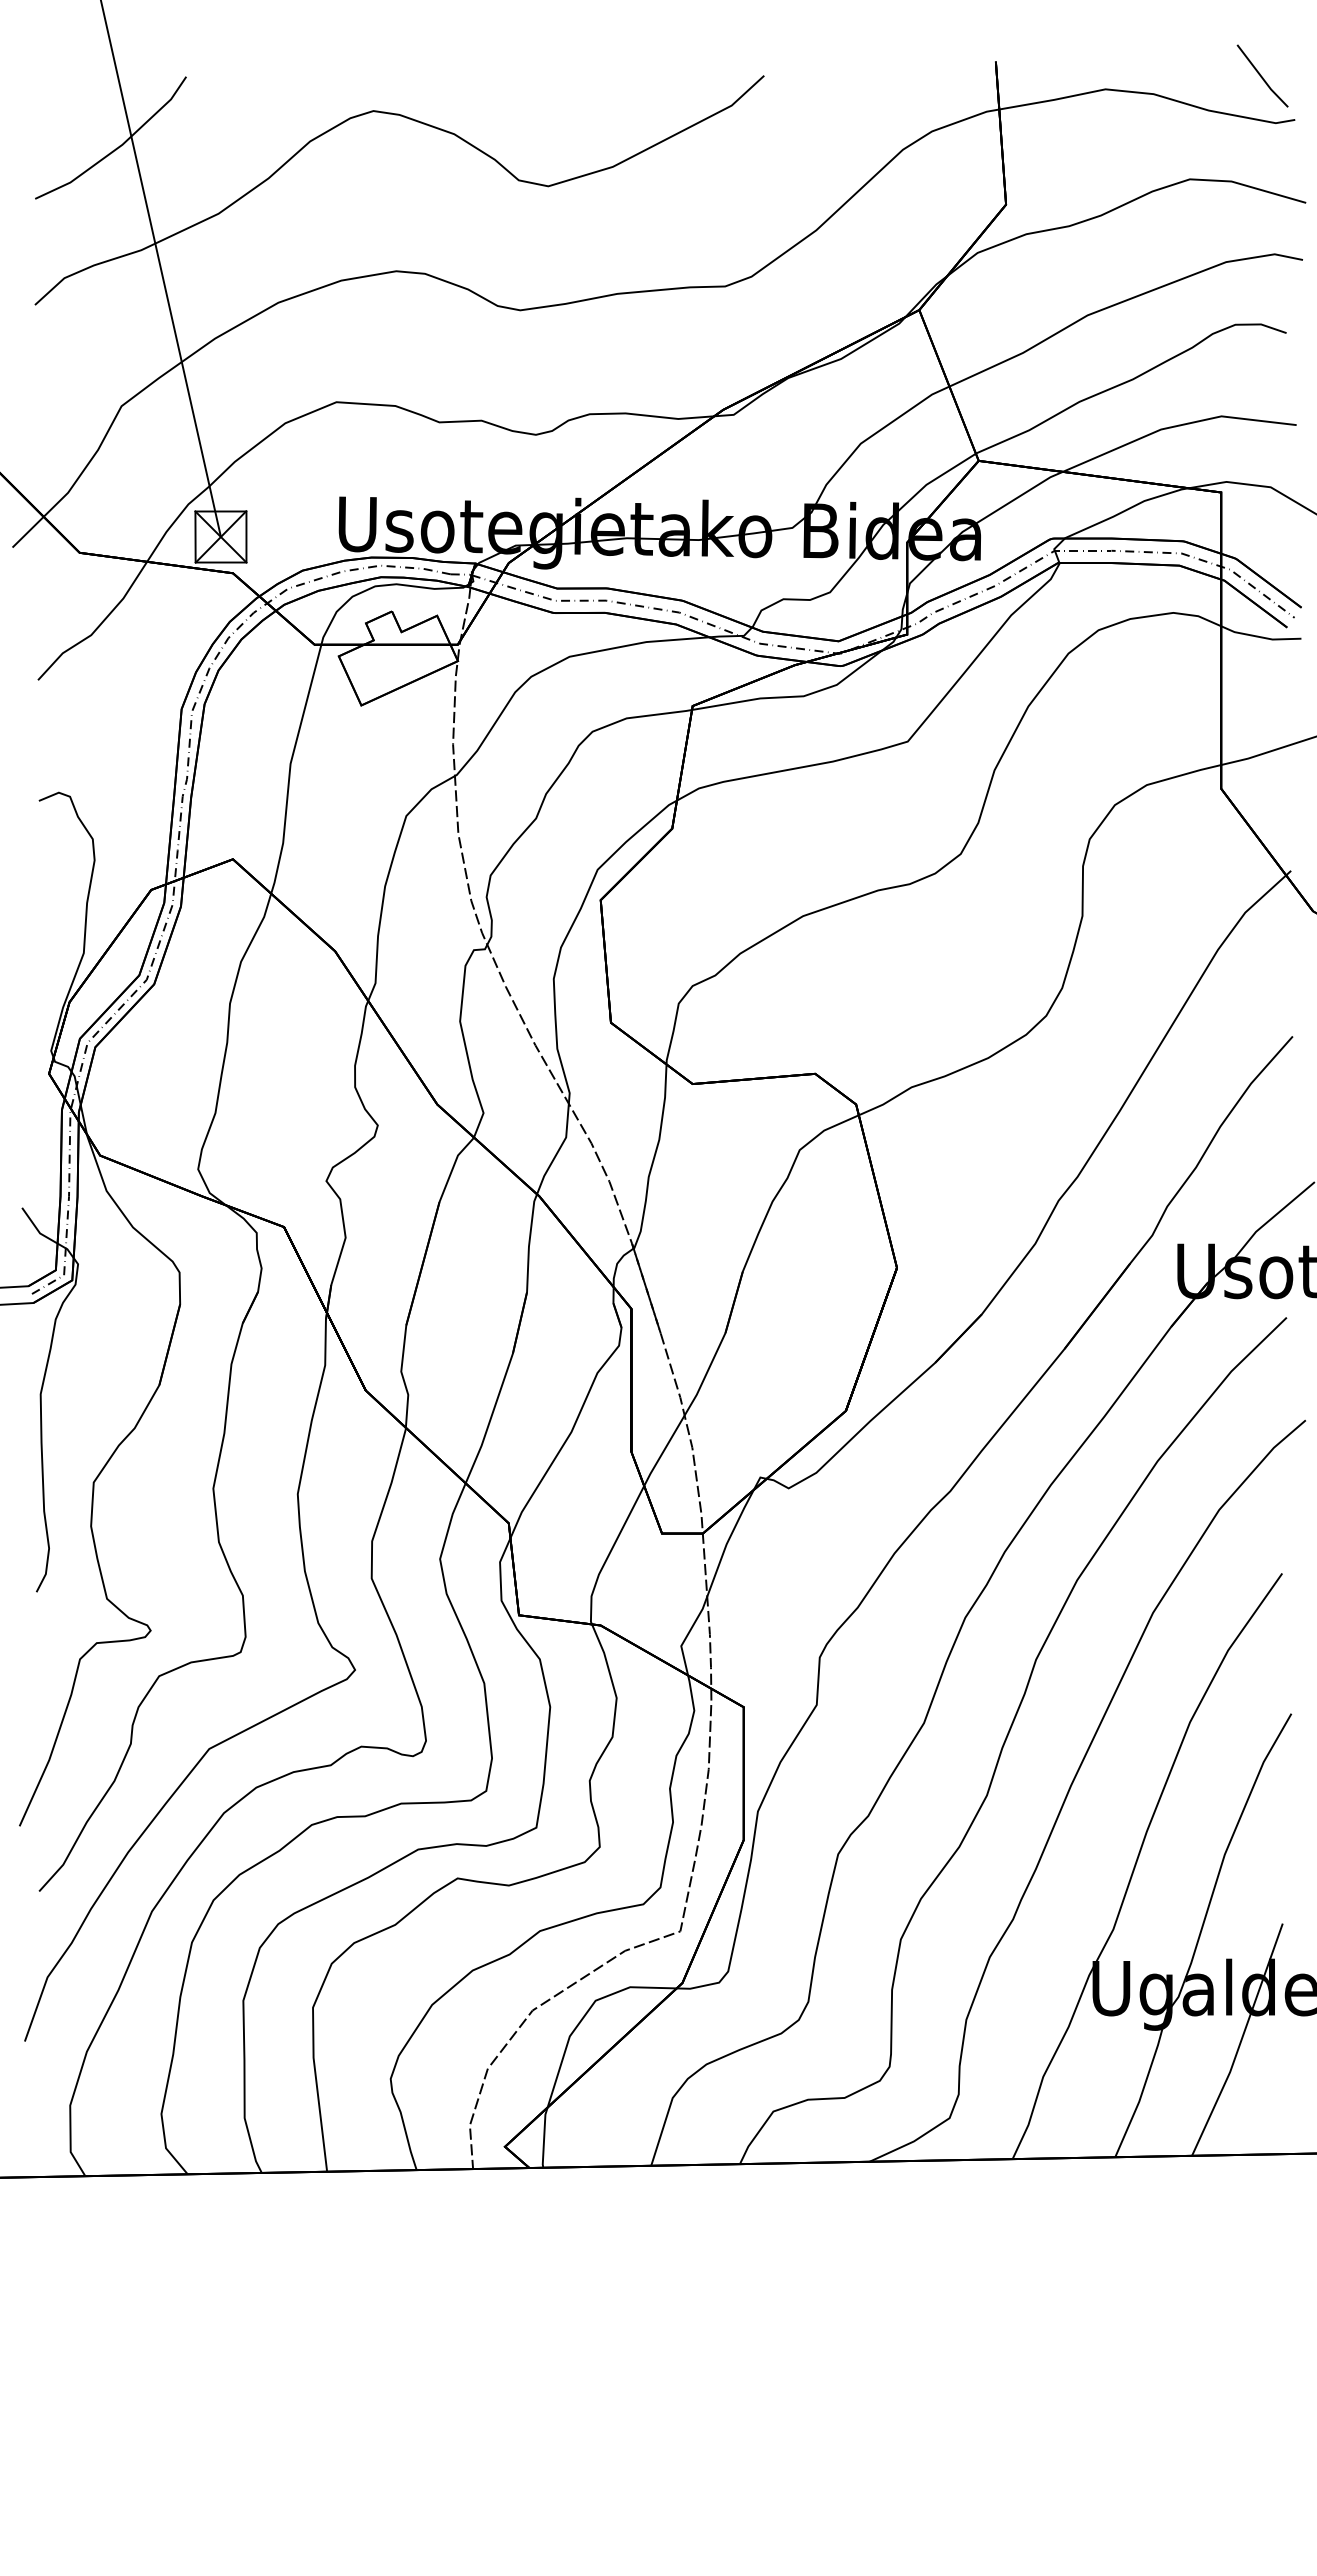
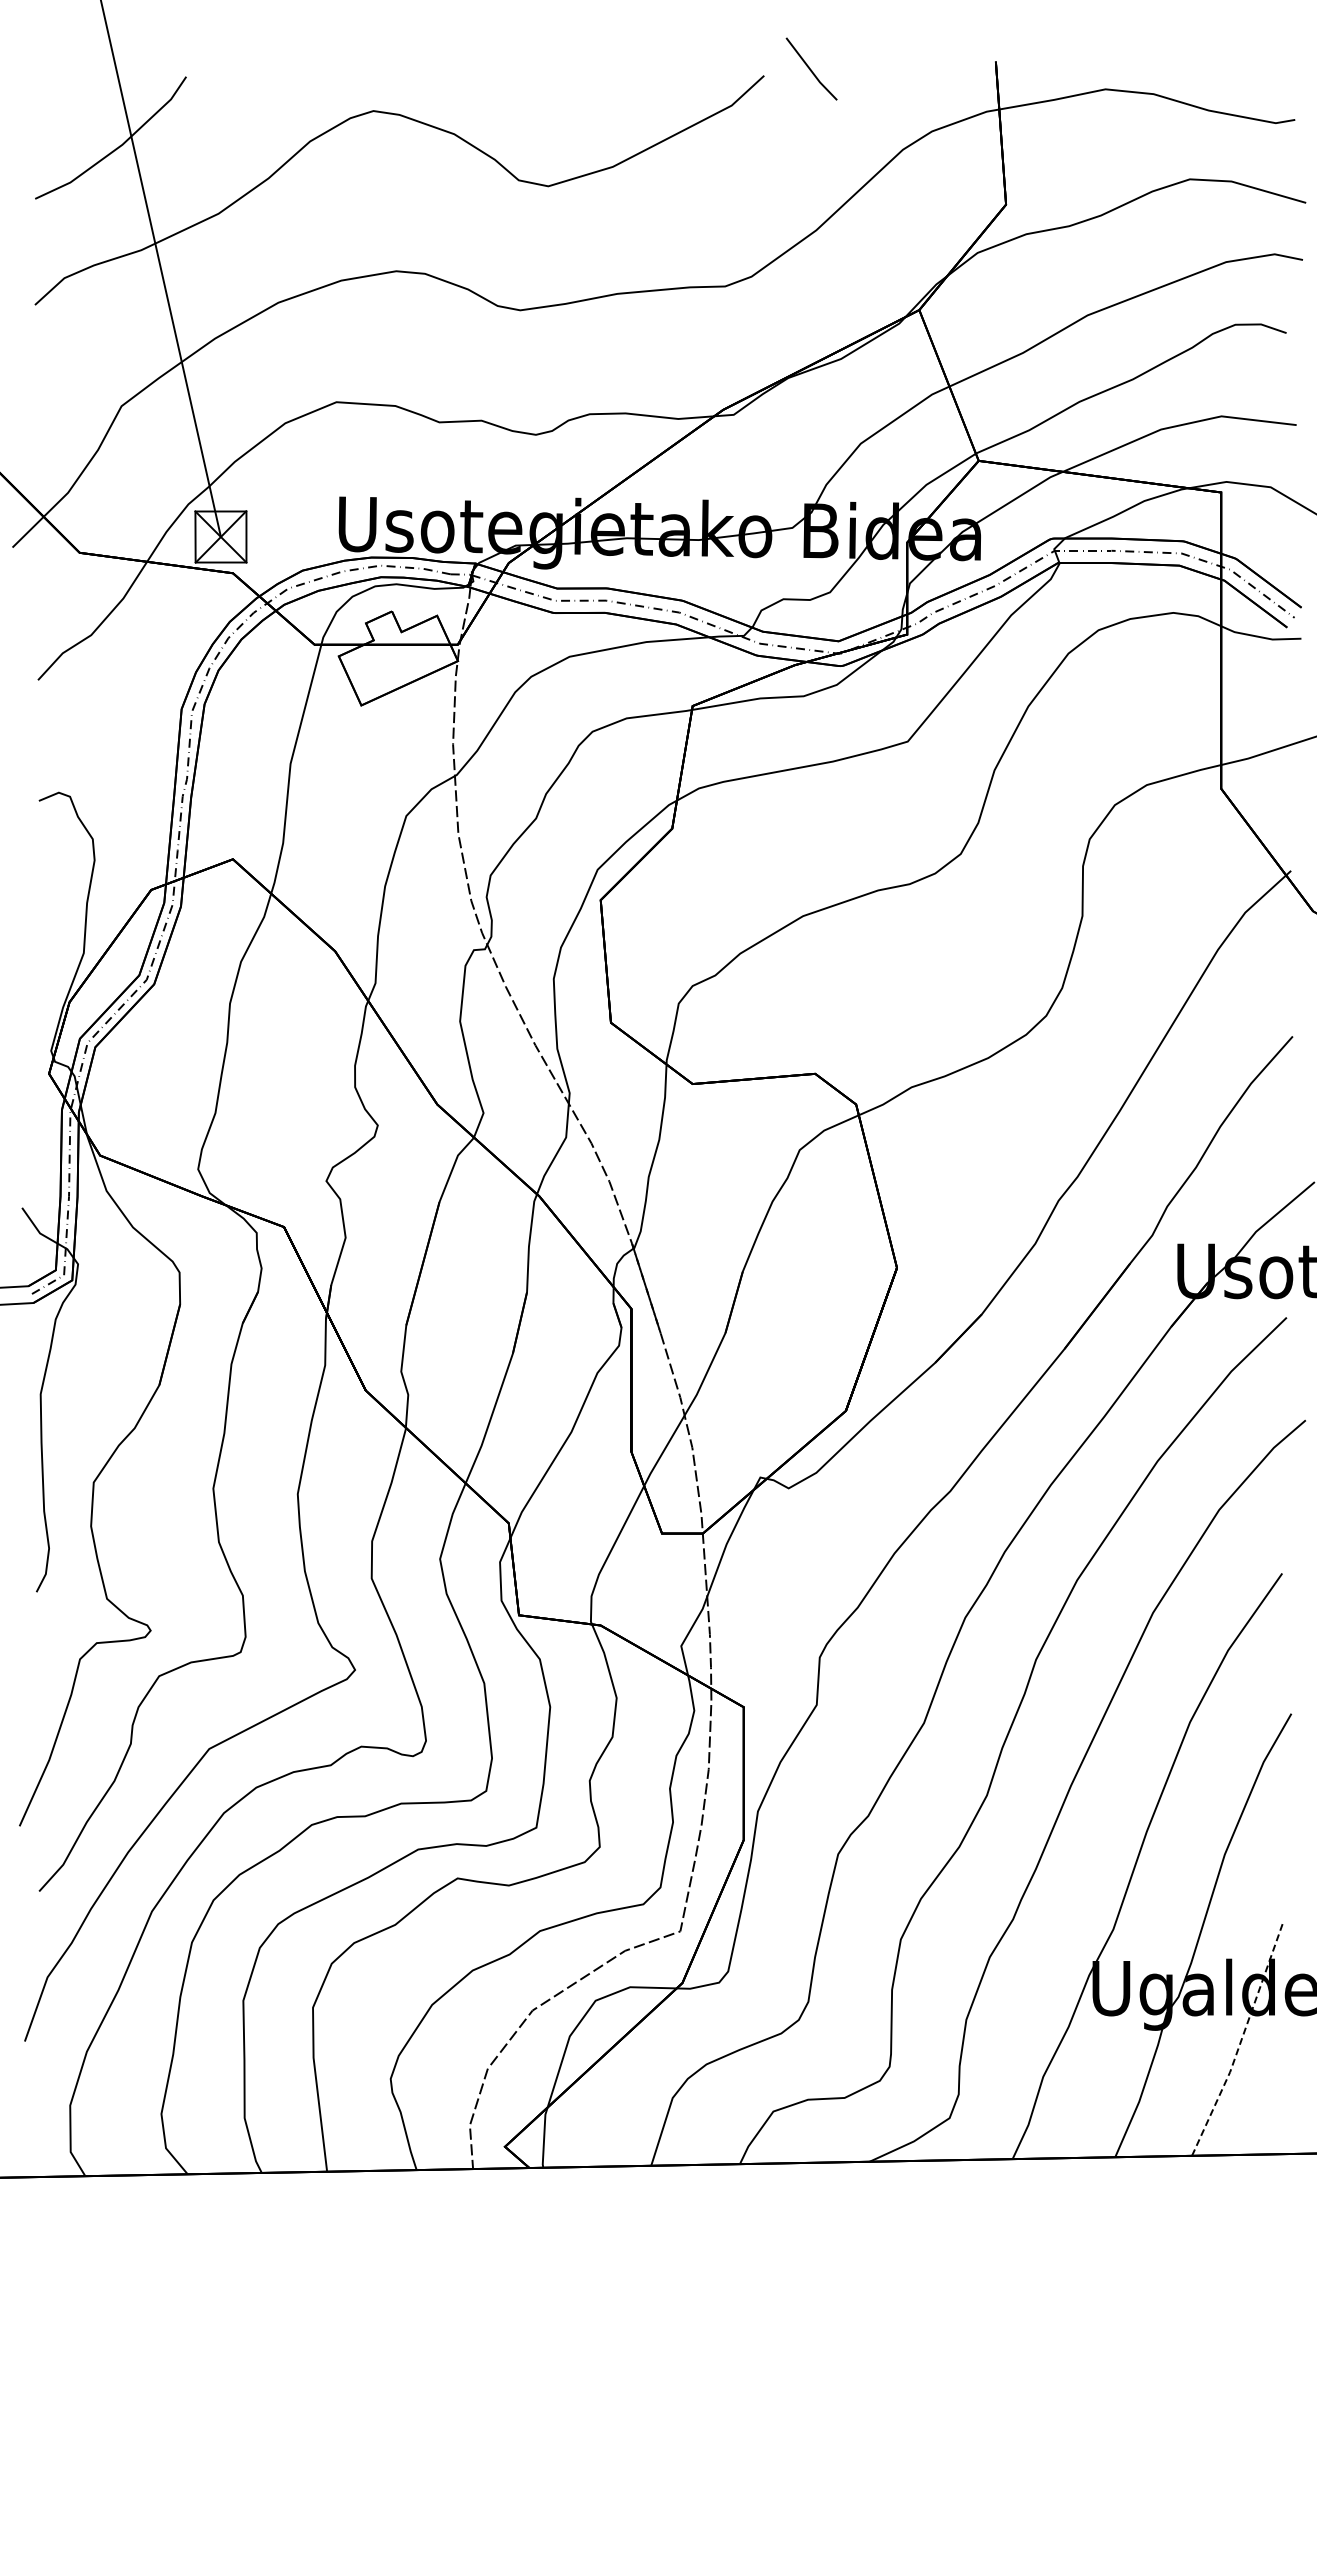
line at (1261, 75) position: (1261, 75) -> (810, 68)
line at (1241, 2041): solid -> dashed
